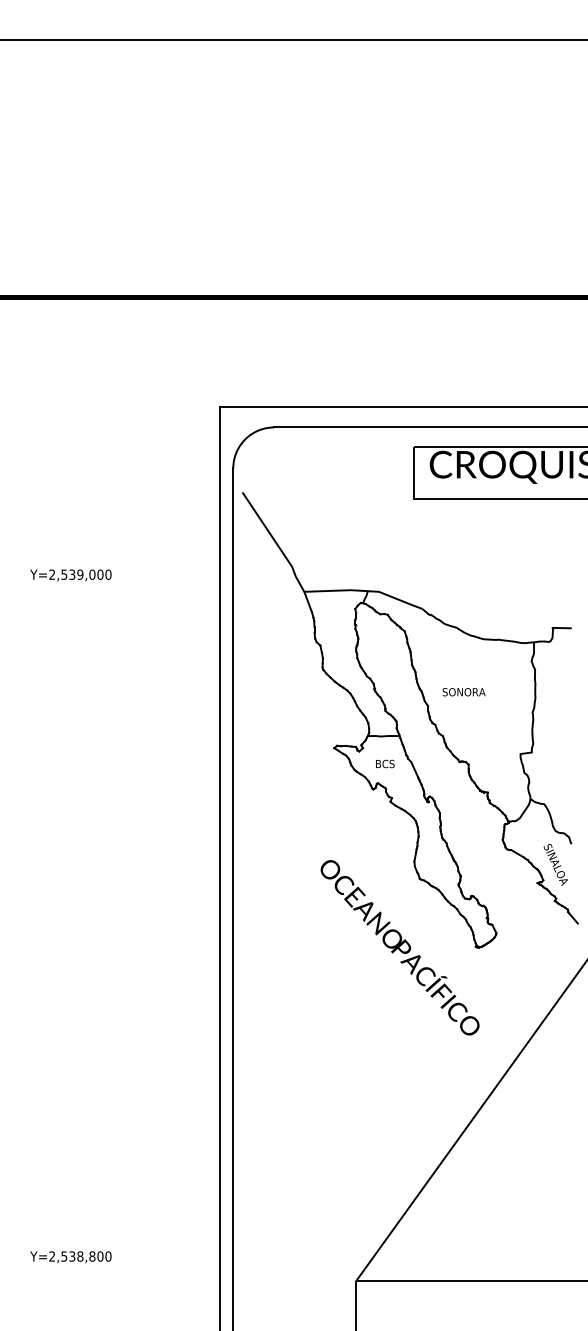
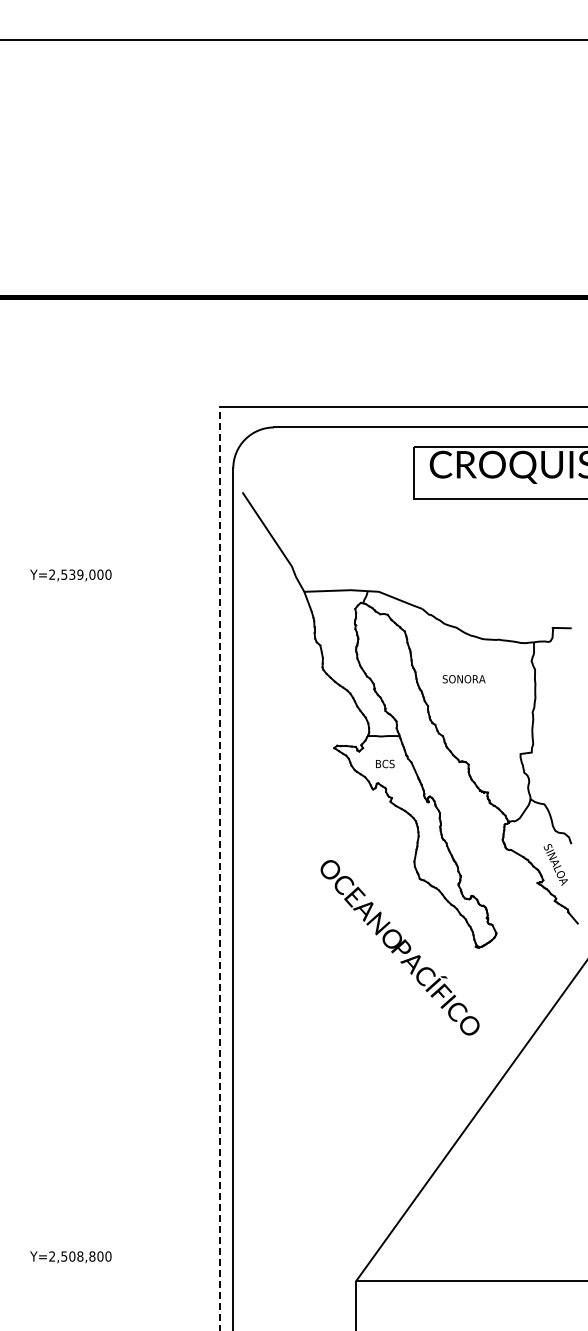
text at (463, 692) position: (463, 692) -> (463, 679)
line at (220, 869): solid -> dashed
text at (72, 1256): Y=2,538,800 -> Y=2,508,800
